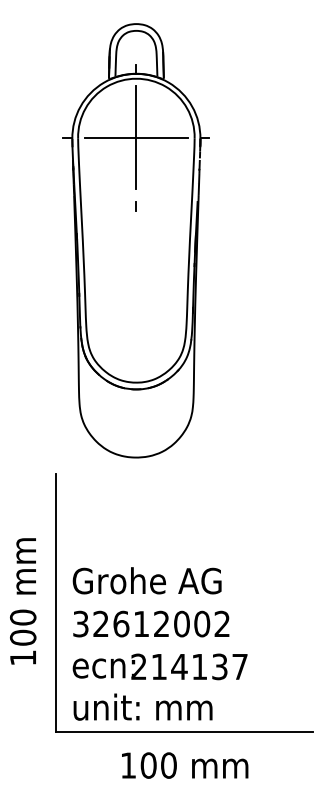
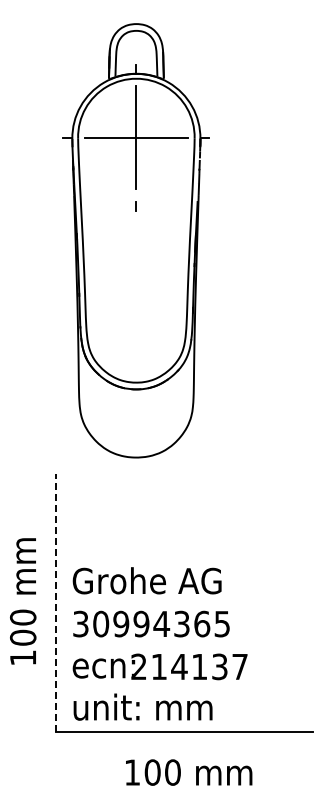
line at (55, 602): solid -> dashed
text at (161, 623): 32612002 -> 30994365
text at (185, 765) position: (185, 765) -> (189, 772)
